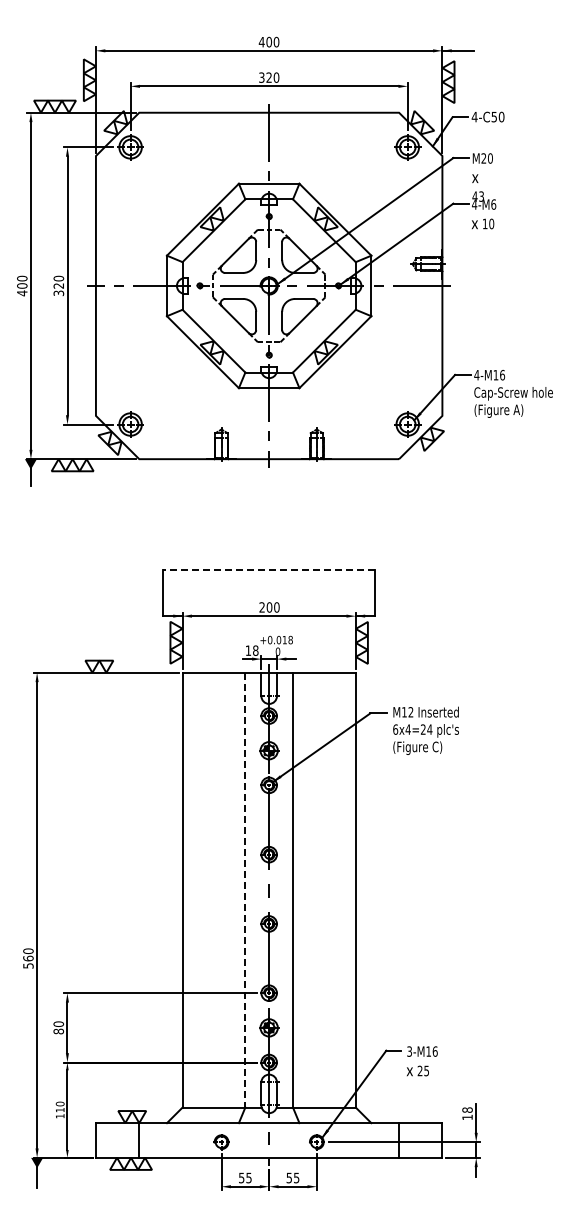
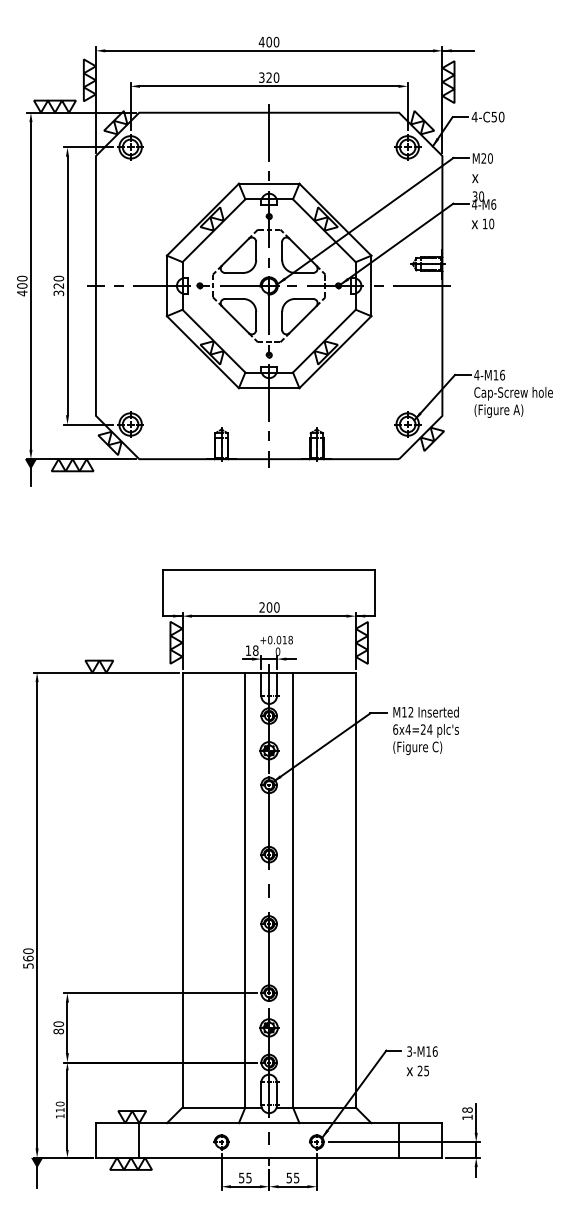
text at (478, 196): 43 -> 30
line at (268, 570): dashed -> solid
line at (245, 890): dashed -> solid
